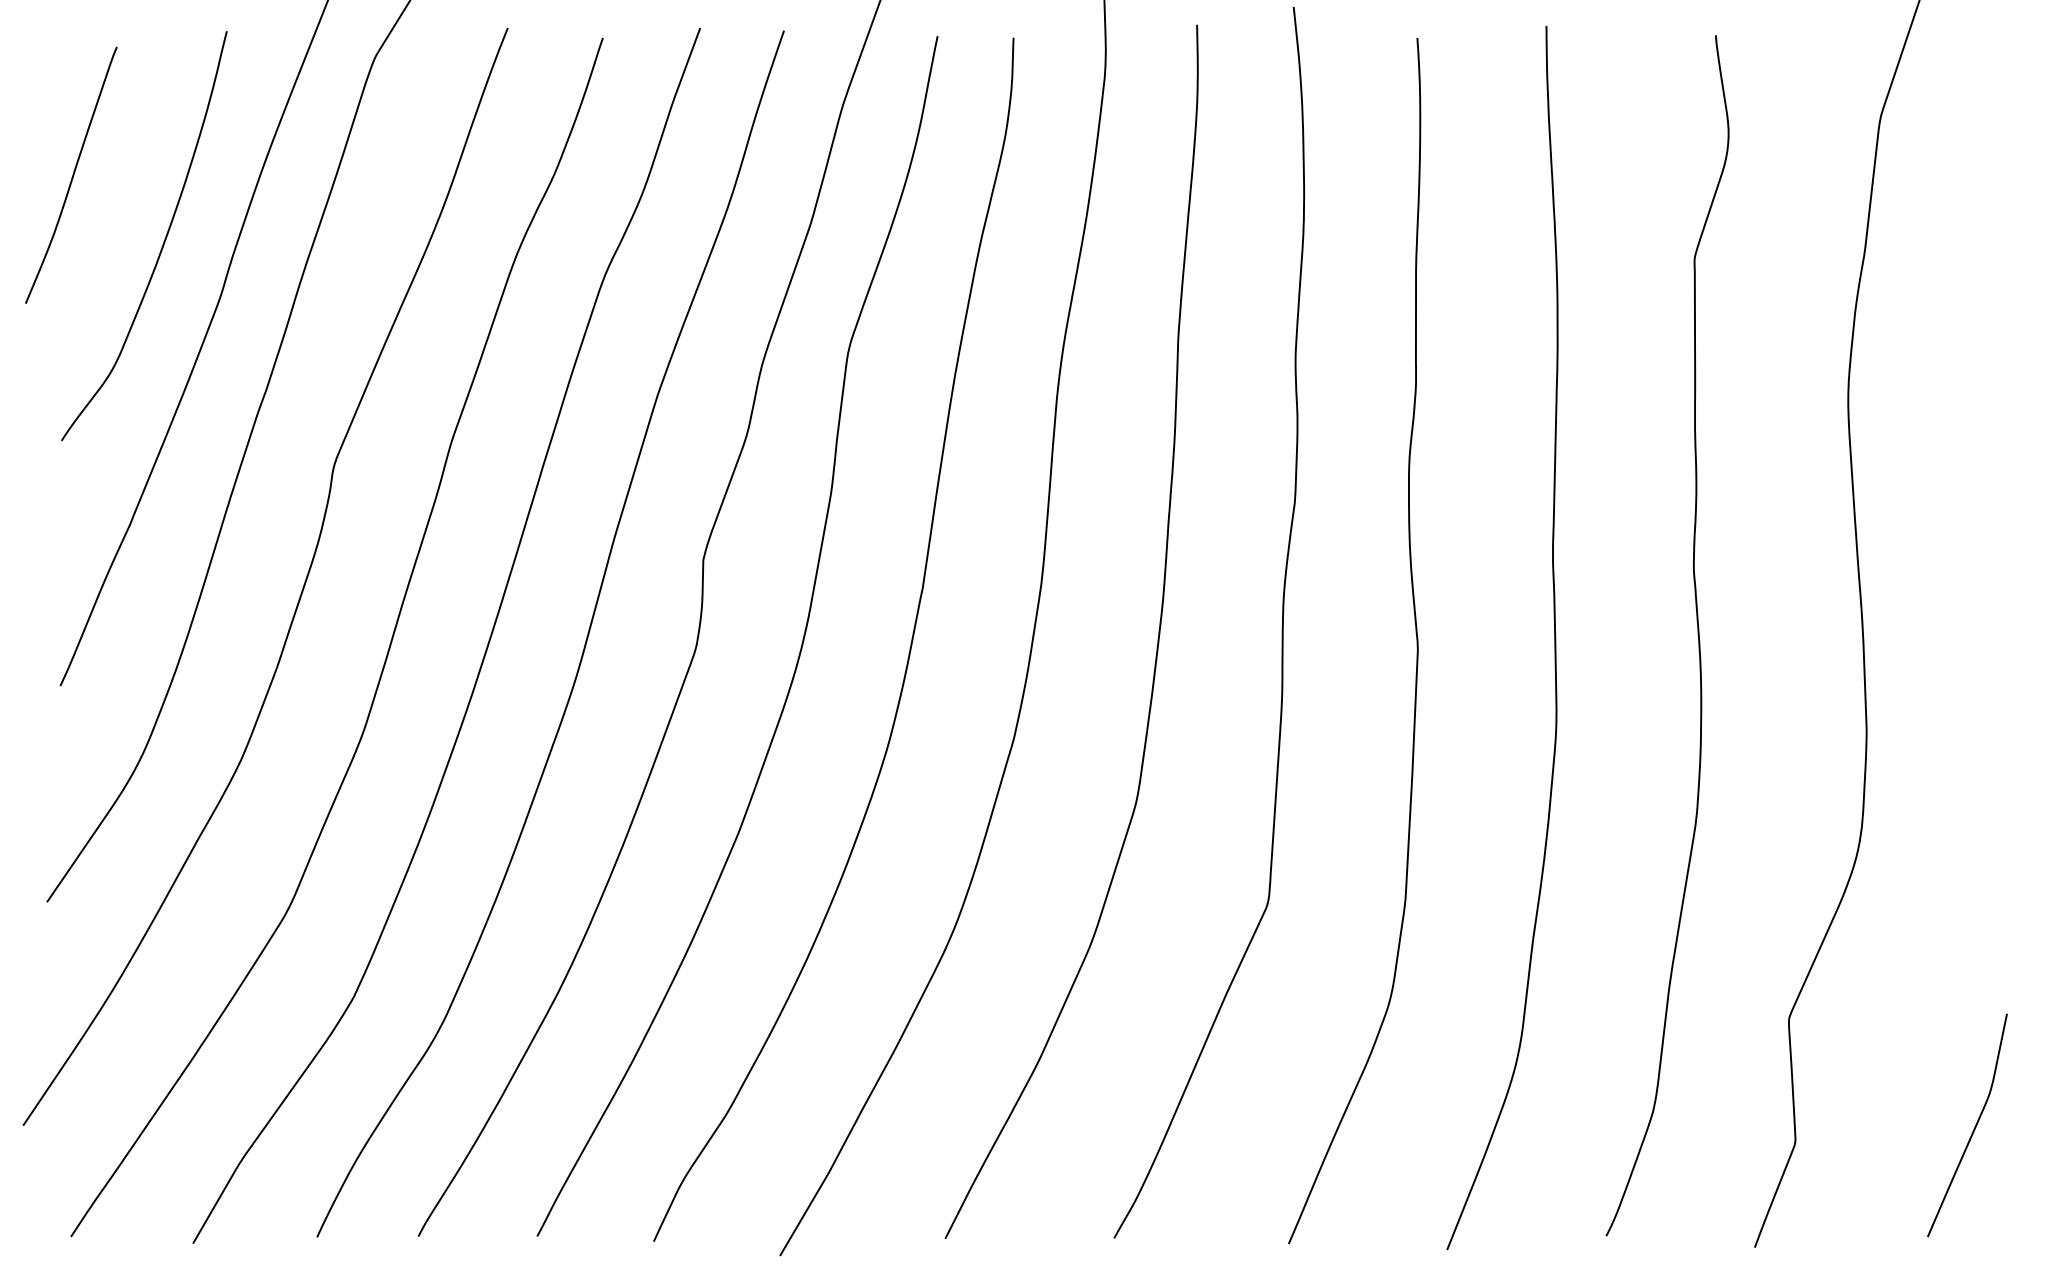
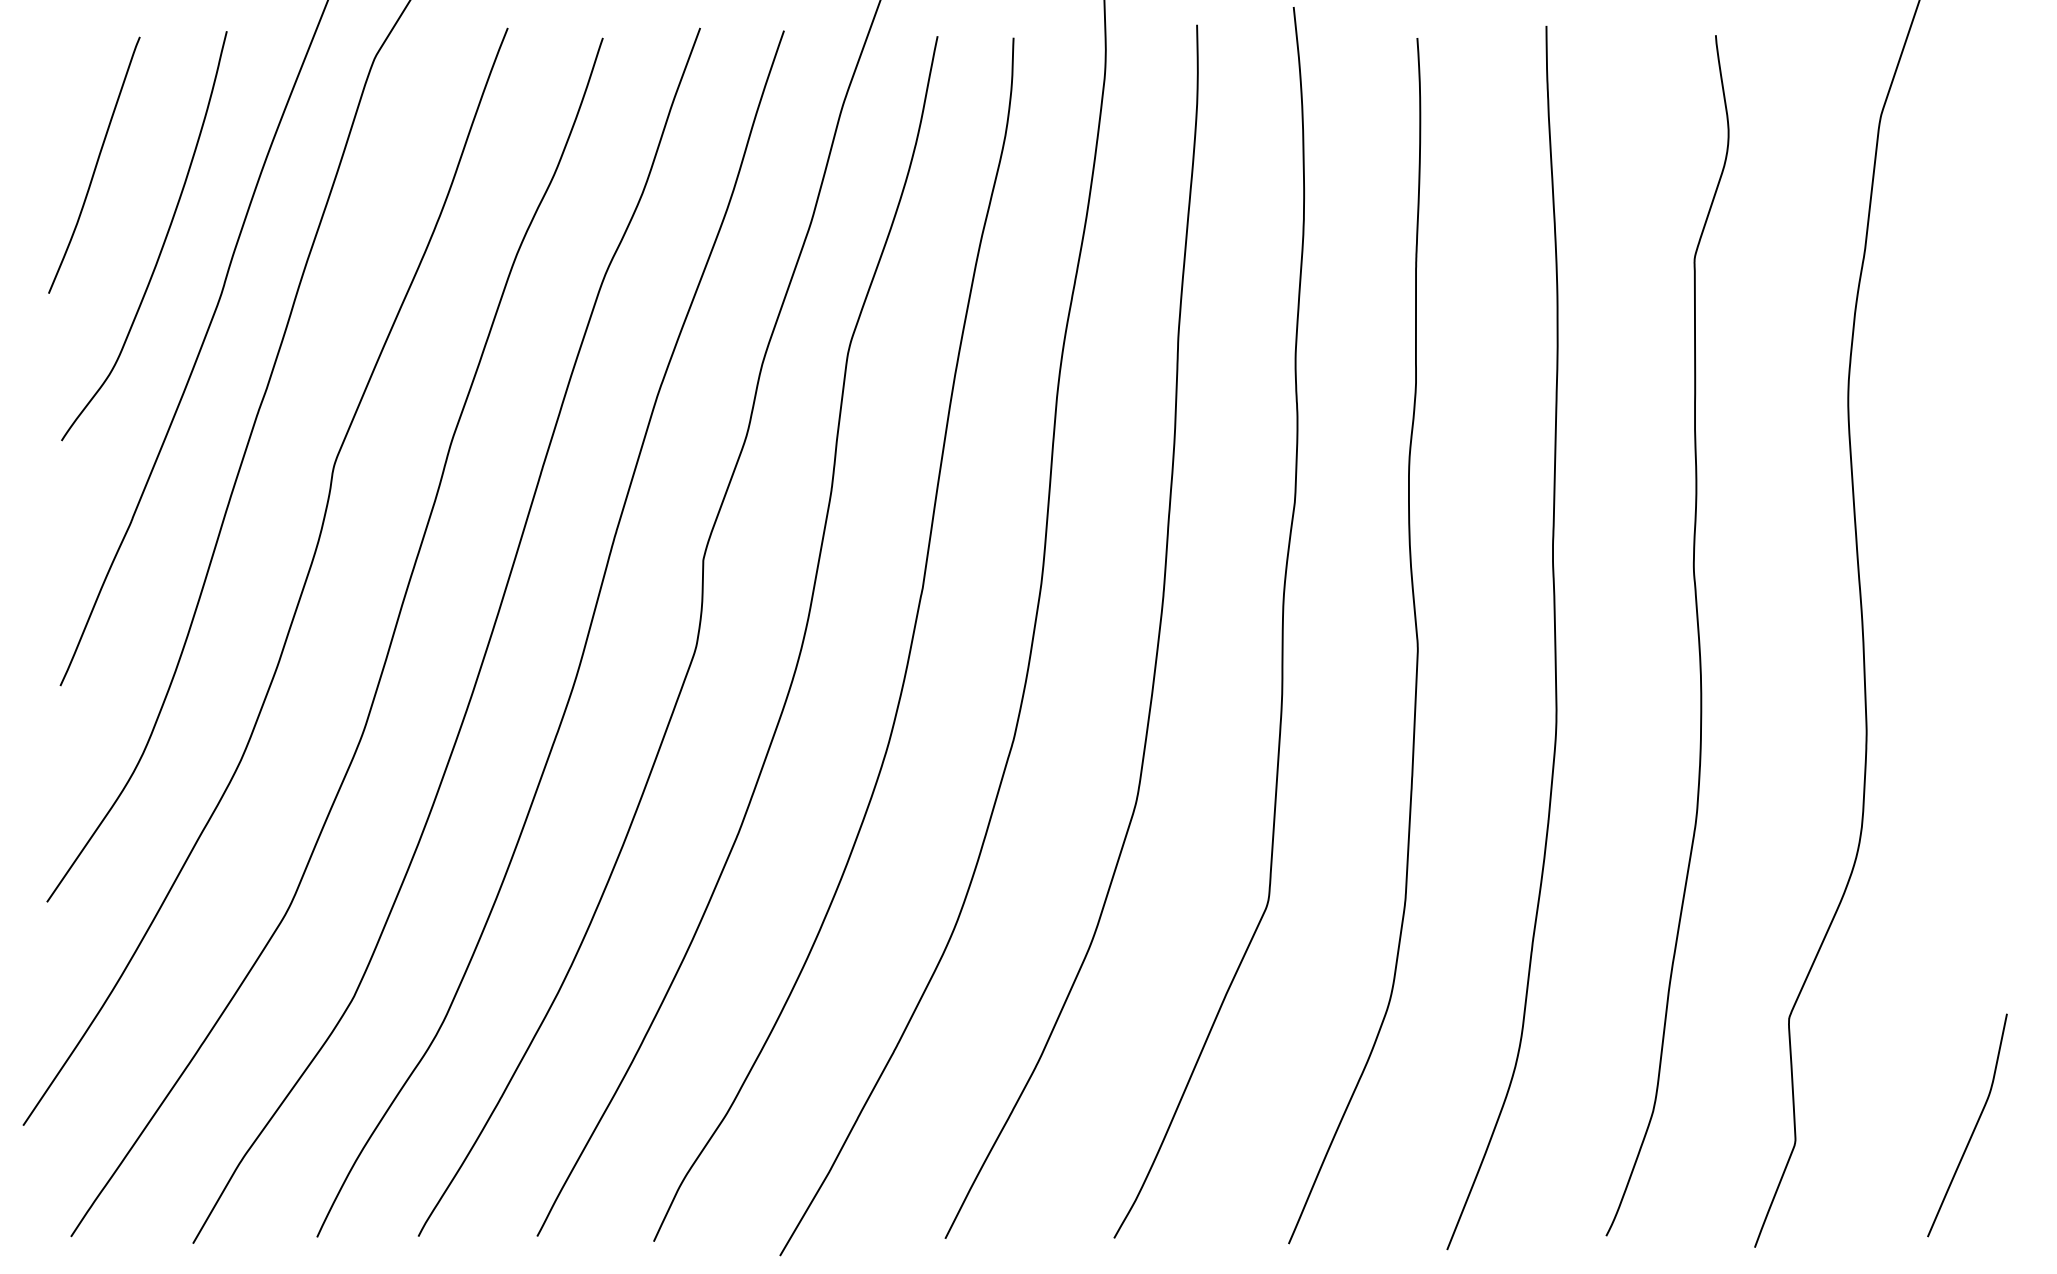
curve at (72, 174) position: (72, 174) -> (95, 164)
